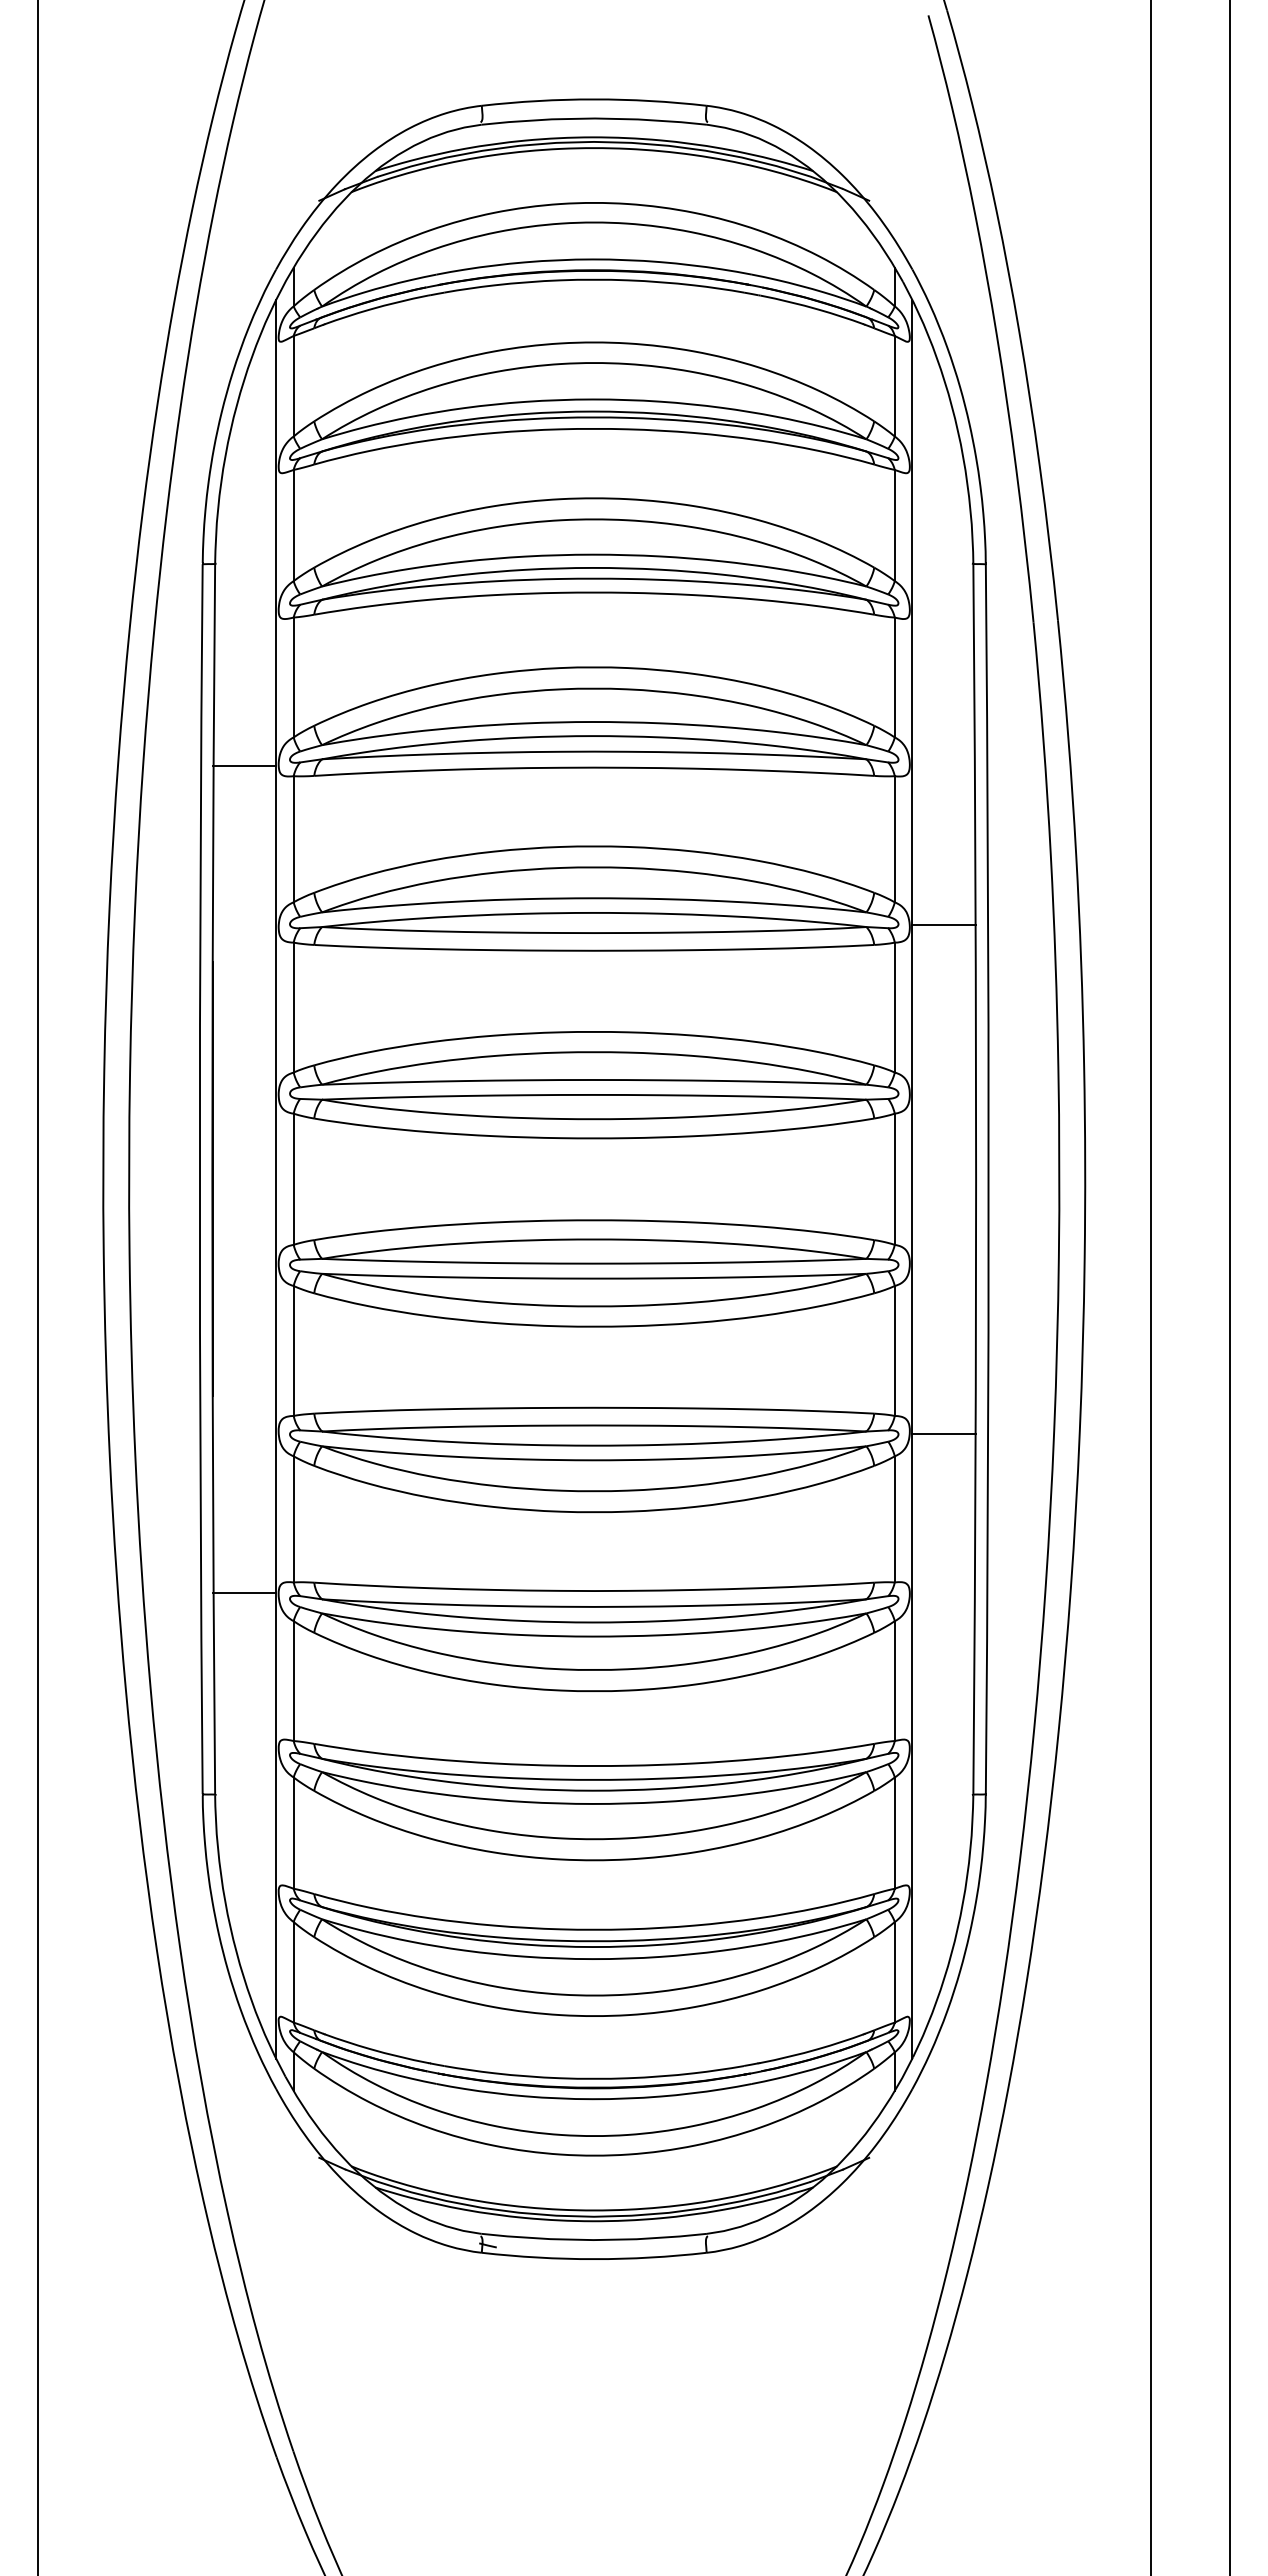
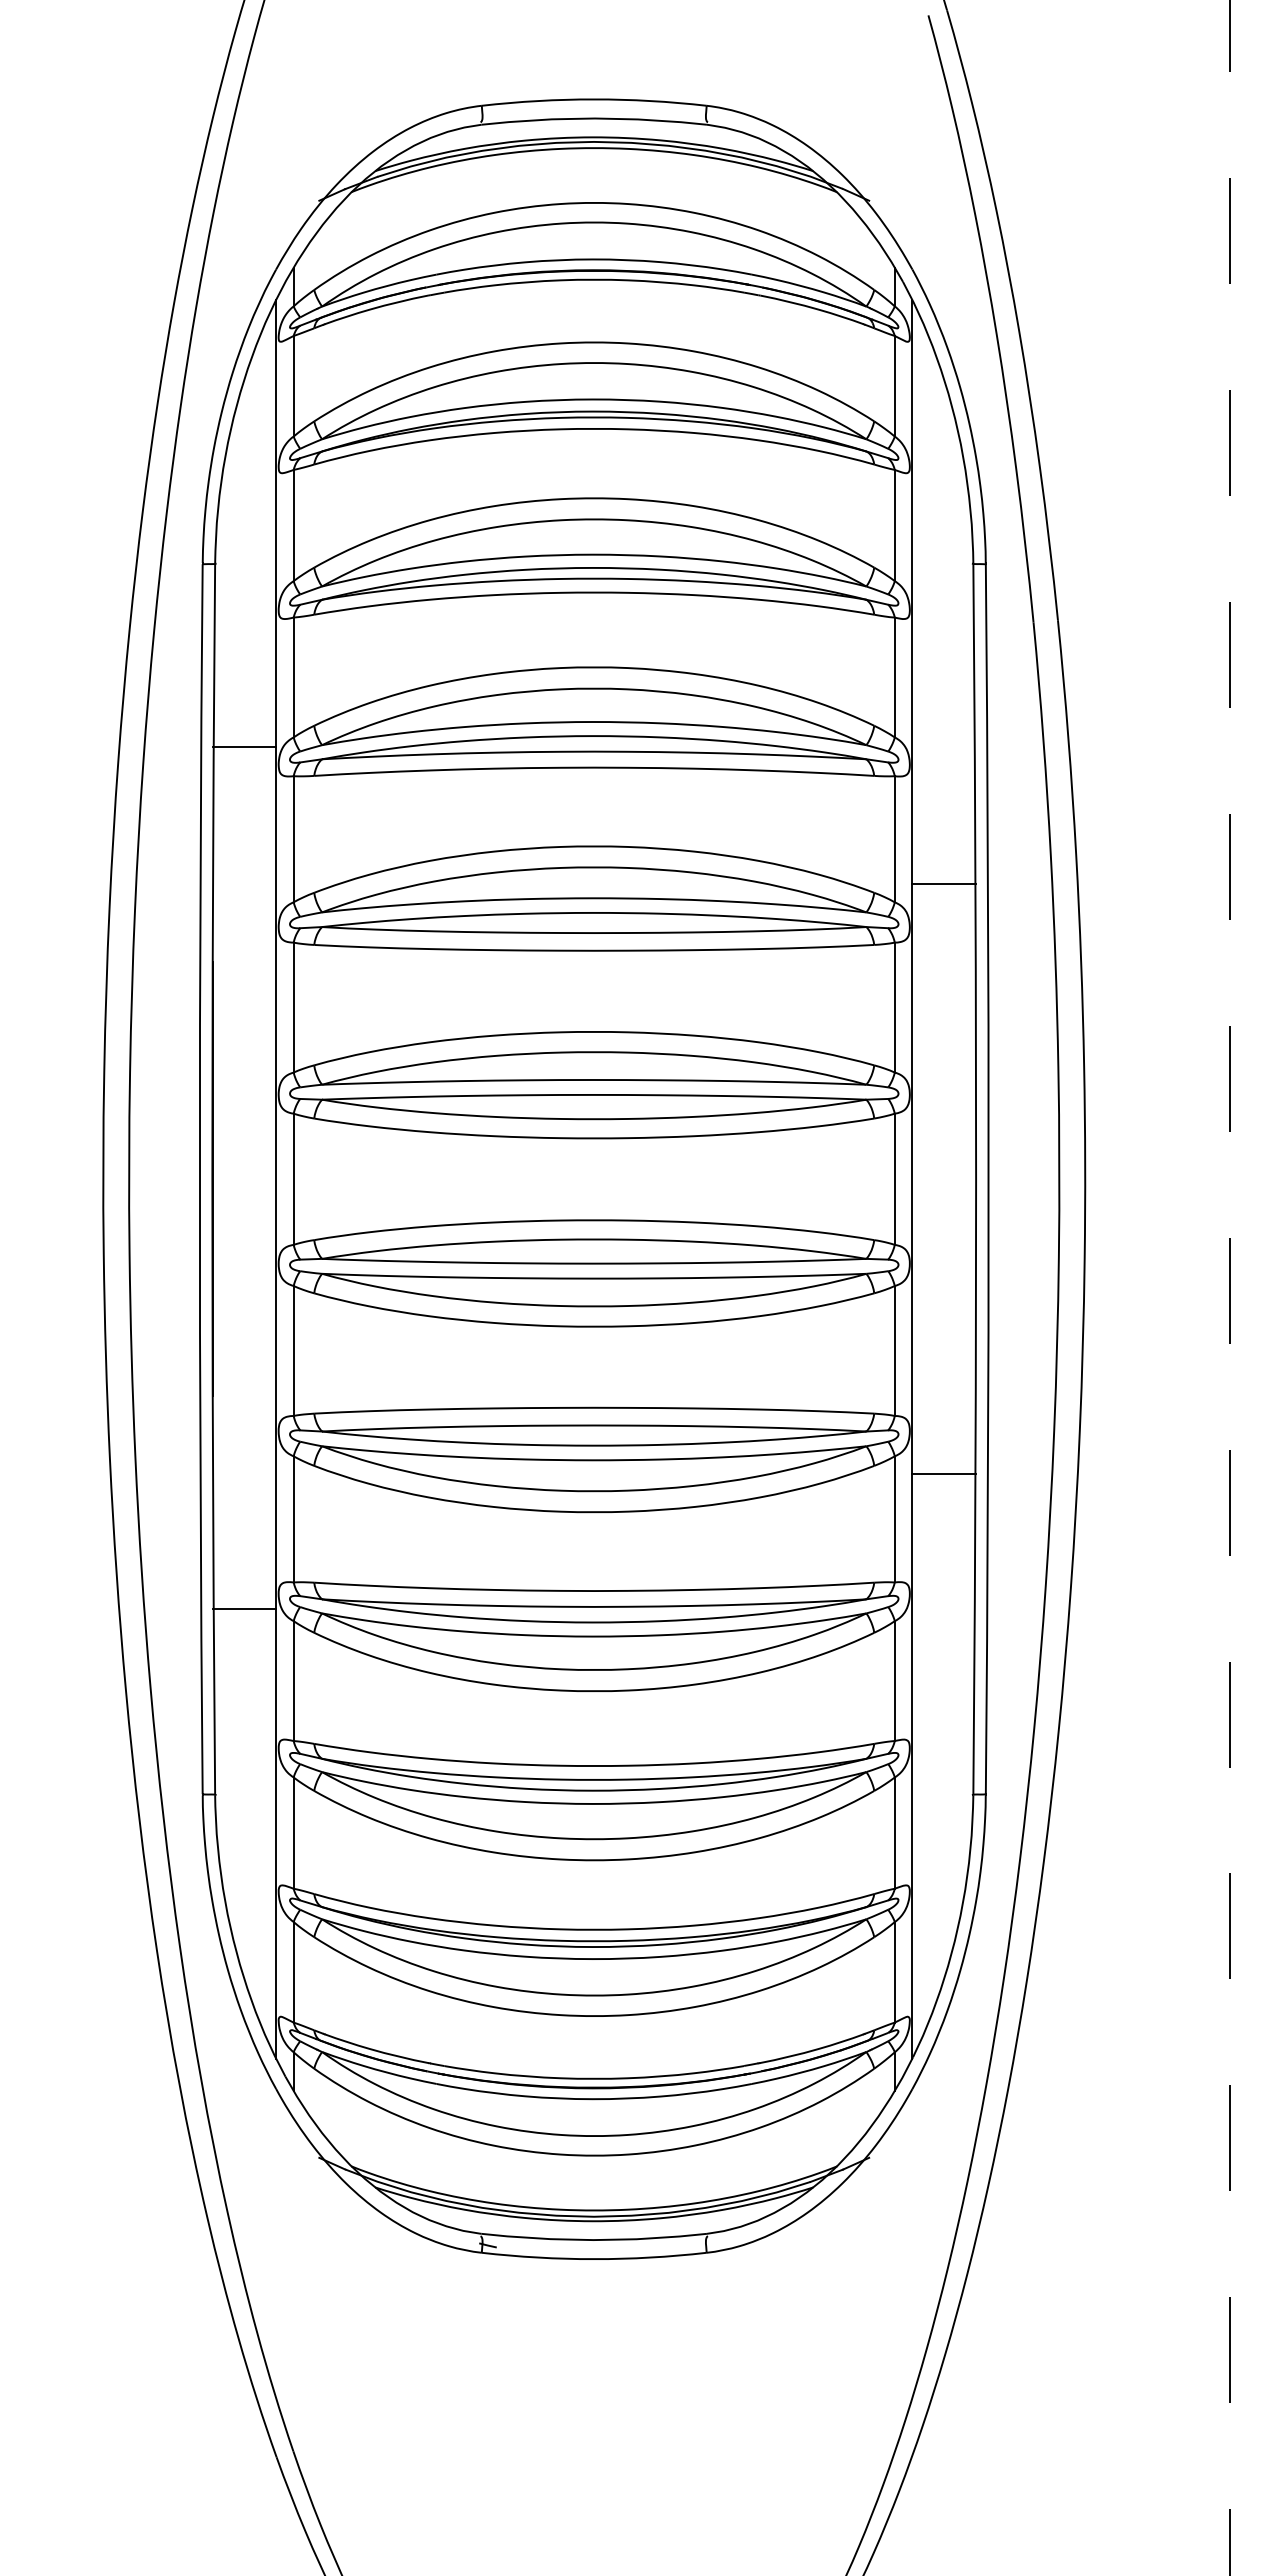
line at (244, 765) position: (244, 765) -> (244, 746)
line at (943, 924) position: (943, 924) -> (943, 883)
line at (37, 1287): present -> none
line at (1150, 1287): present -> none
line at (1230, 1287): solid -> dashed
line at (943, 1433) position: (943, 1433) -> (943, 1473)
line at (244, 1592) position: (244, 1592) -> (244, 1608)
